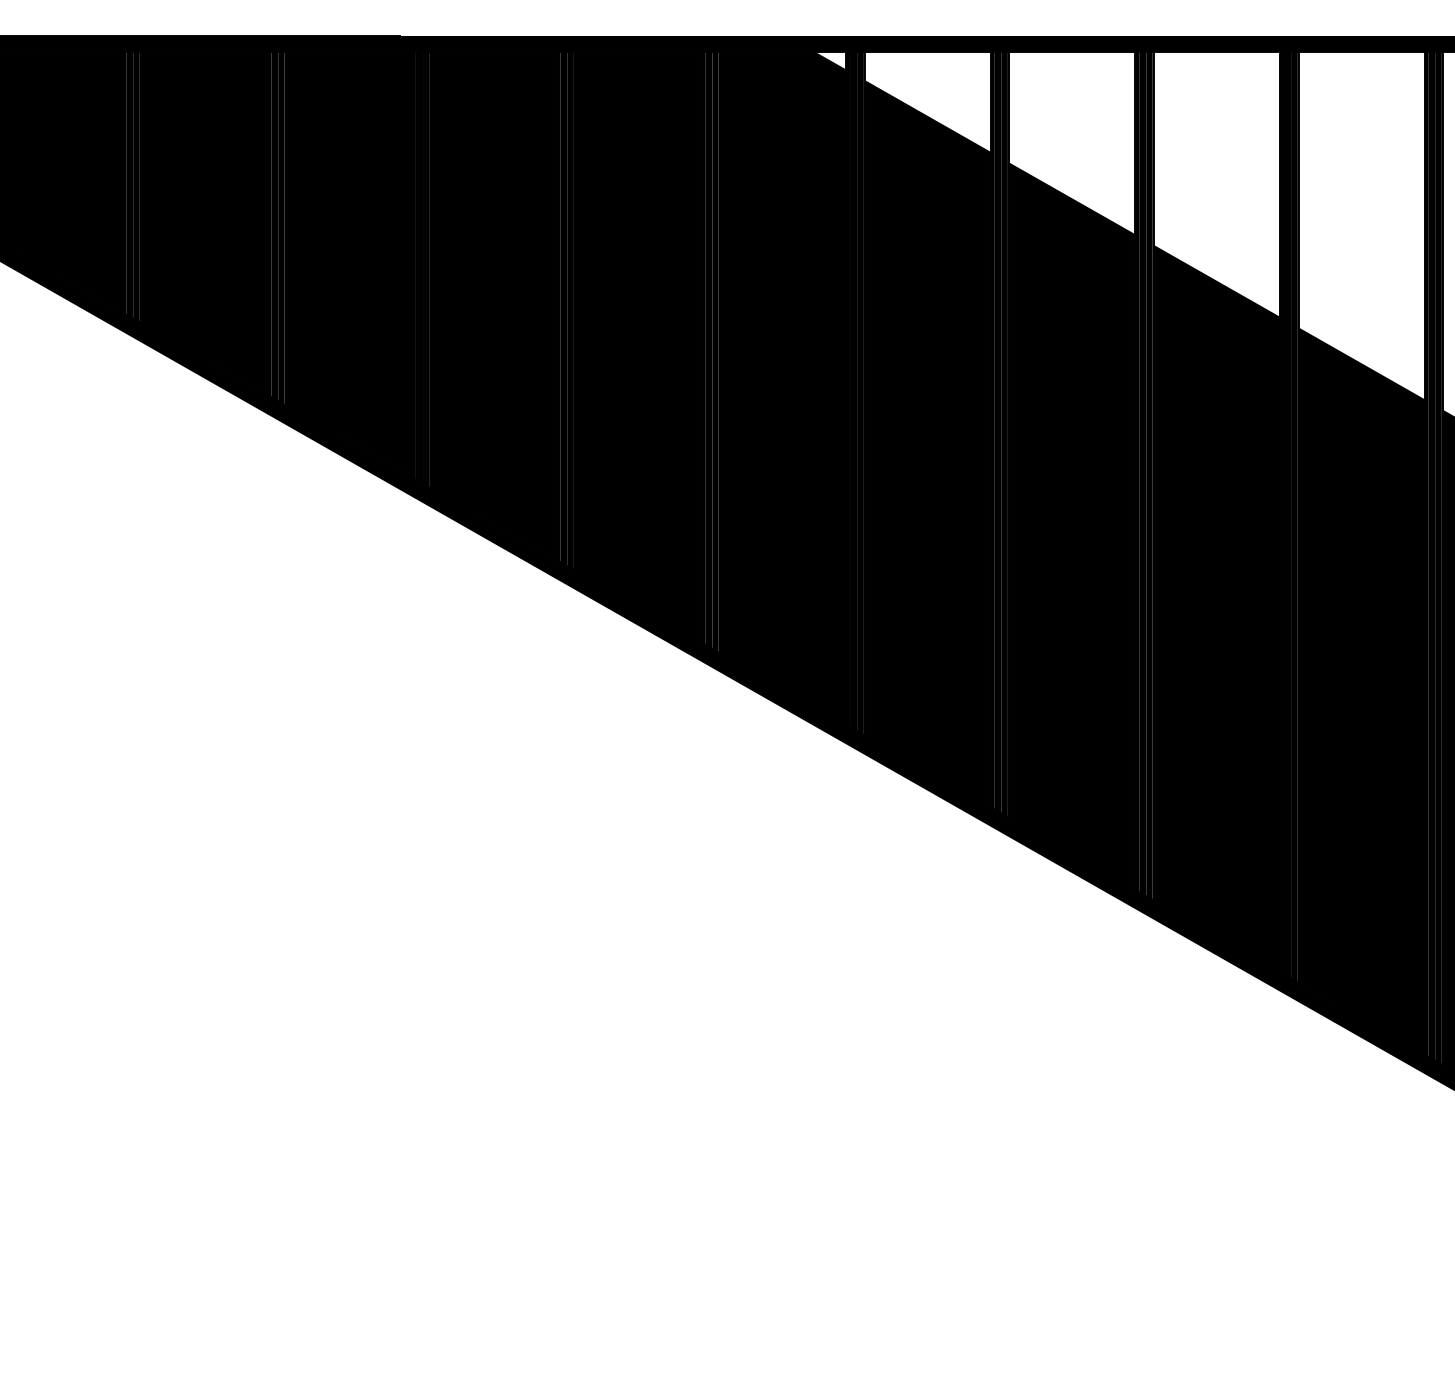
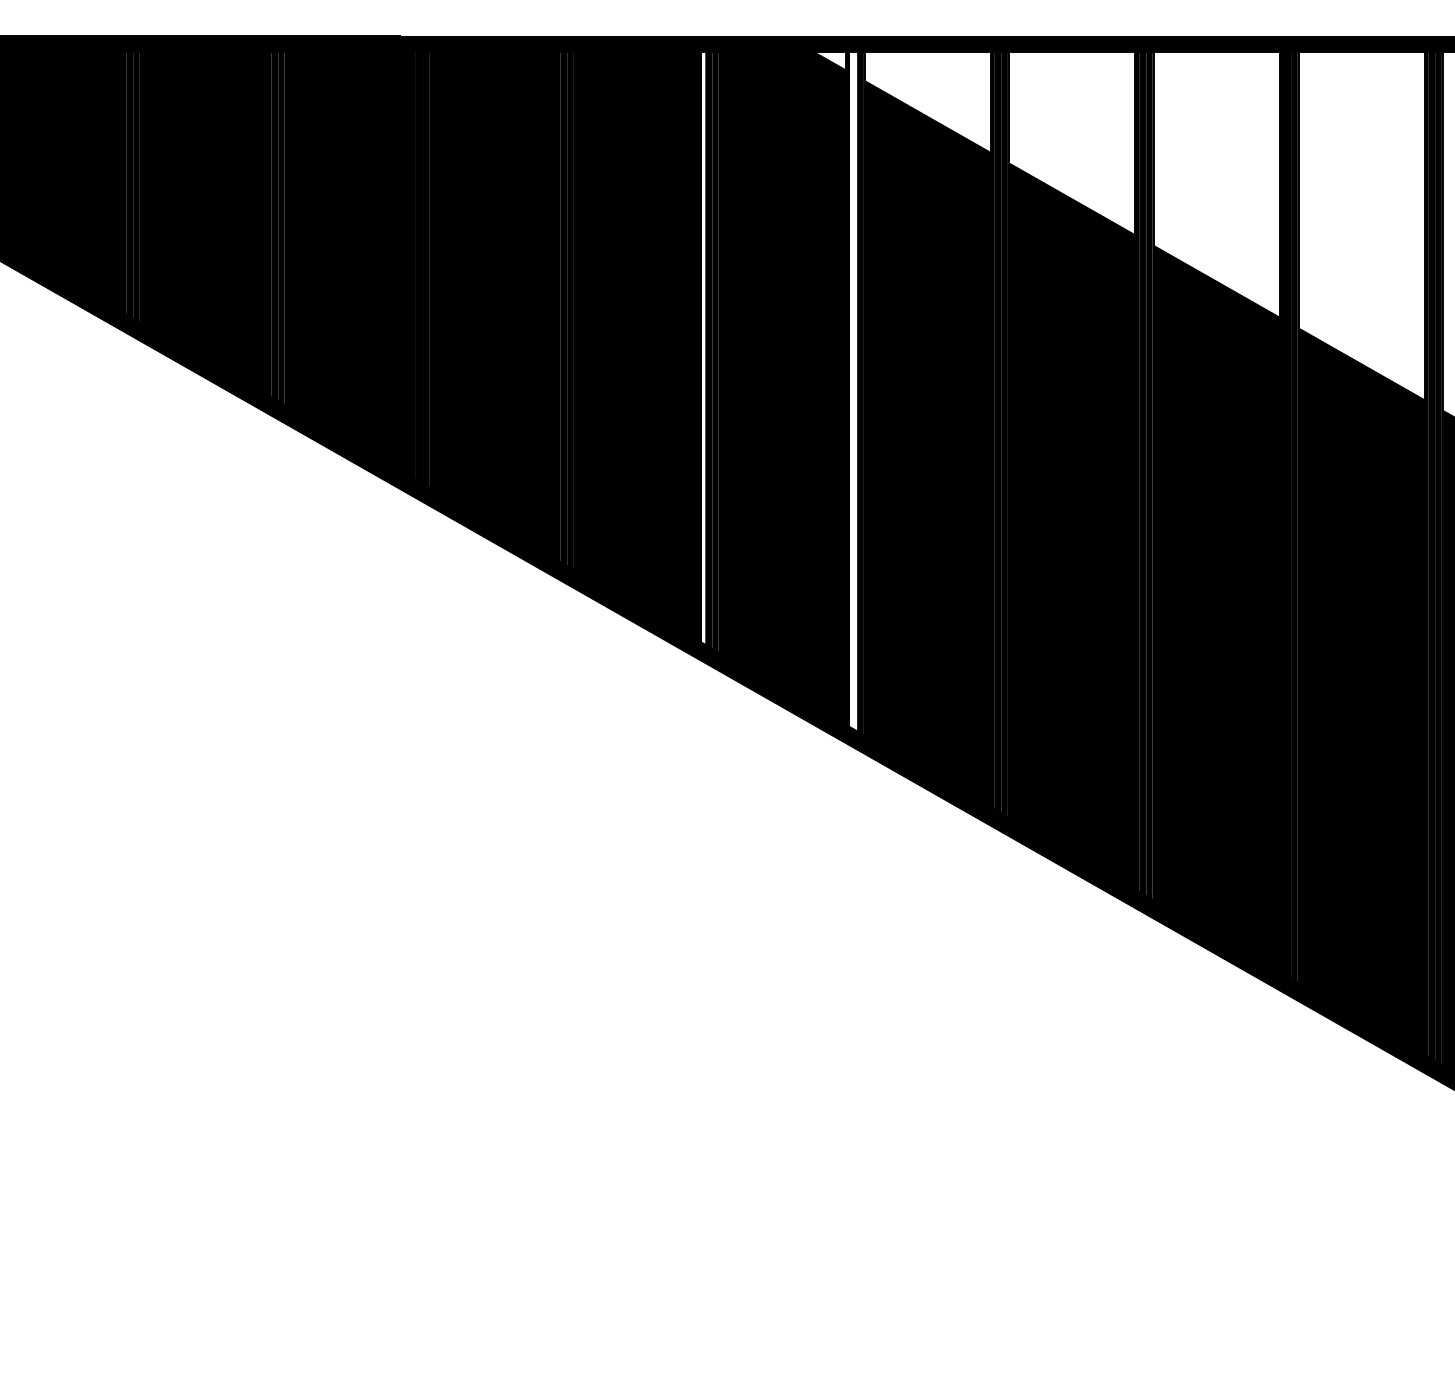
fill at (703, 348): present -> none
fill at (853, 391): present -> none
